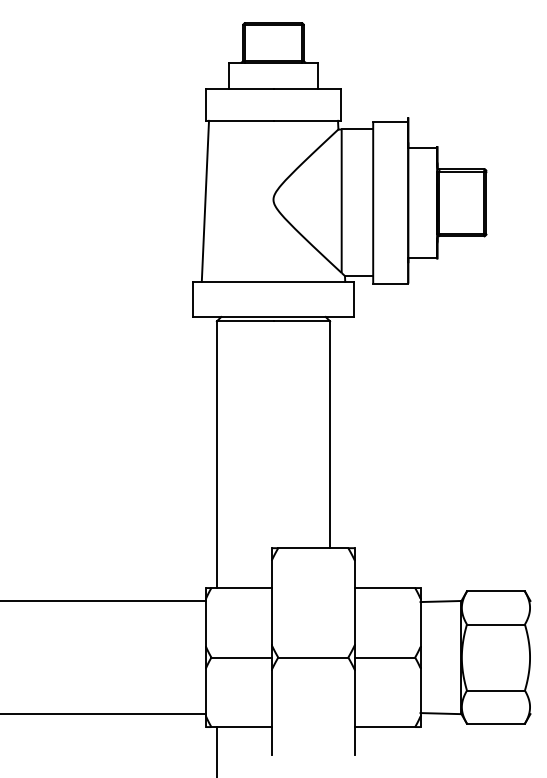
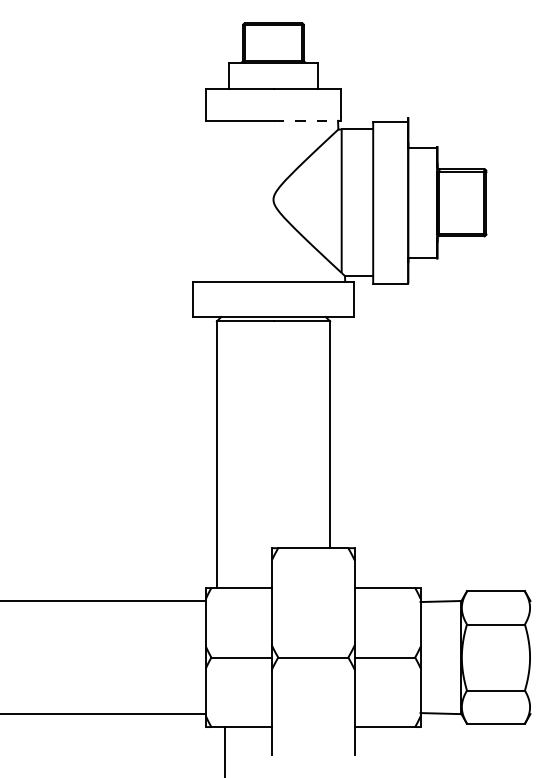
line at (307, 120): solid -> dashed
line at (205, 200): present -> none
line at (216, 750) position: (216, 750) -> (224, 750)
